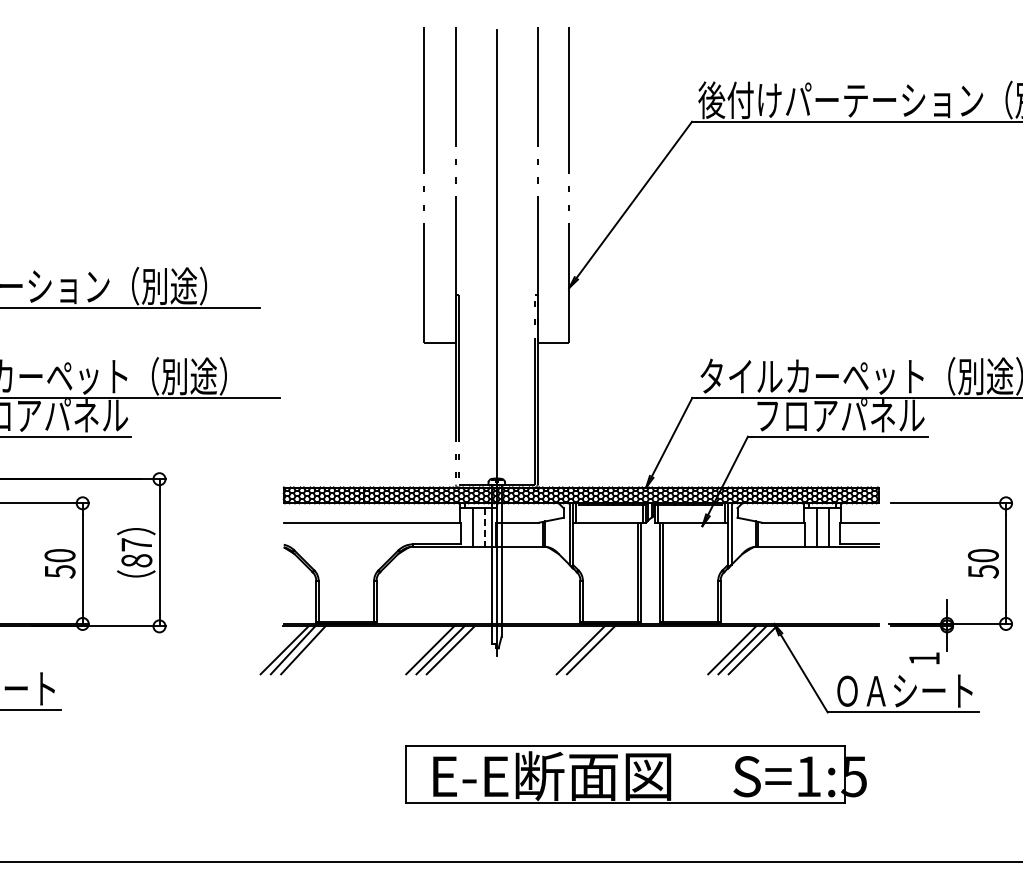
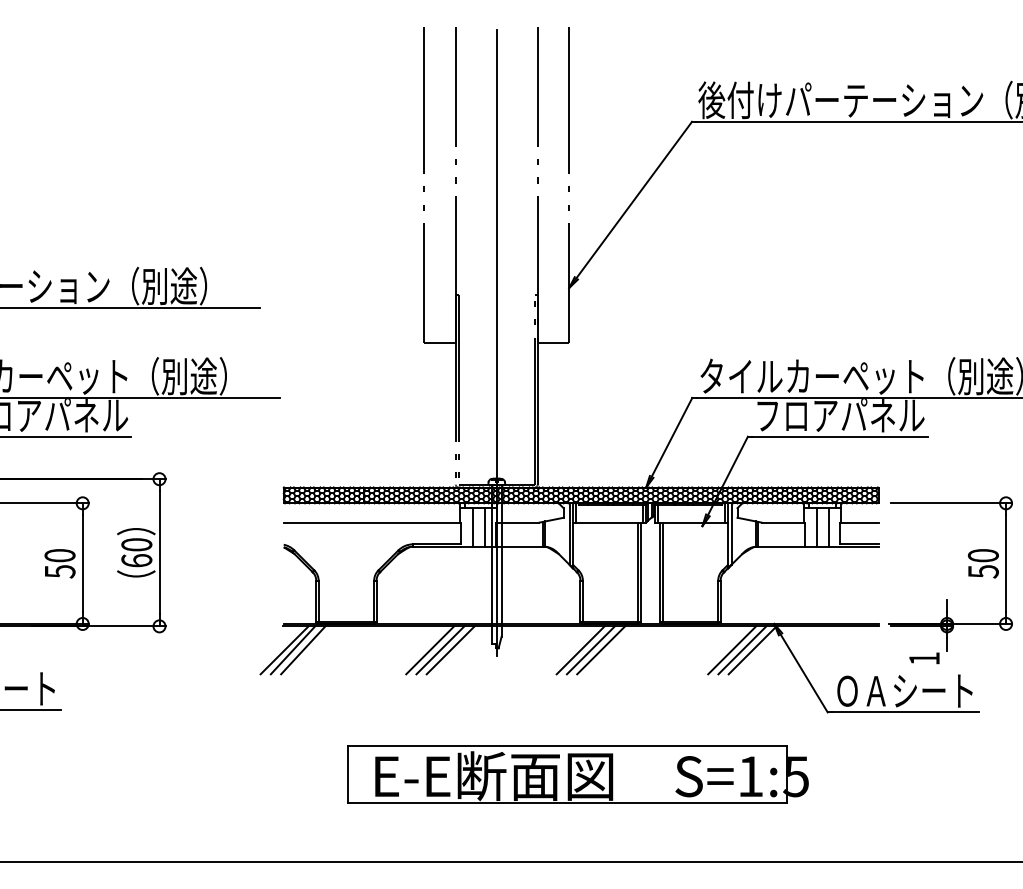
line at (484, 527): dashed -> solid
text at (136, 552): 87 -> 60
line at (601, 650): none -> present
part at (635, 774) position: (635, 774) -> (577, 774)
